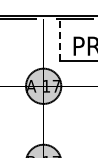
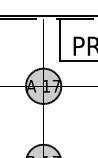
line at (60, 40): dashed -> solid
